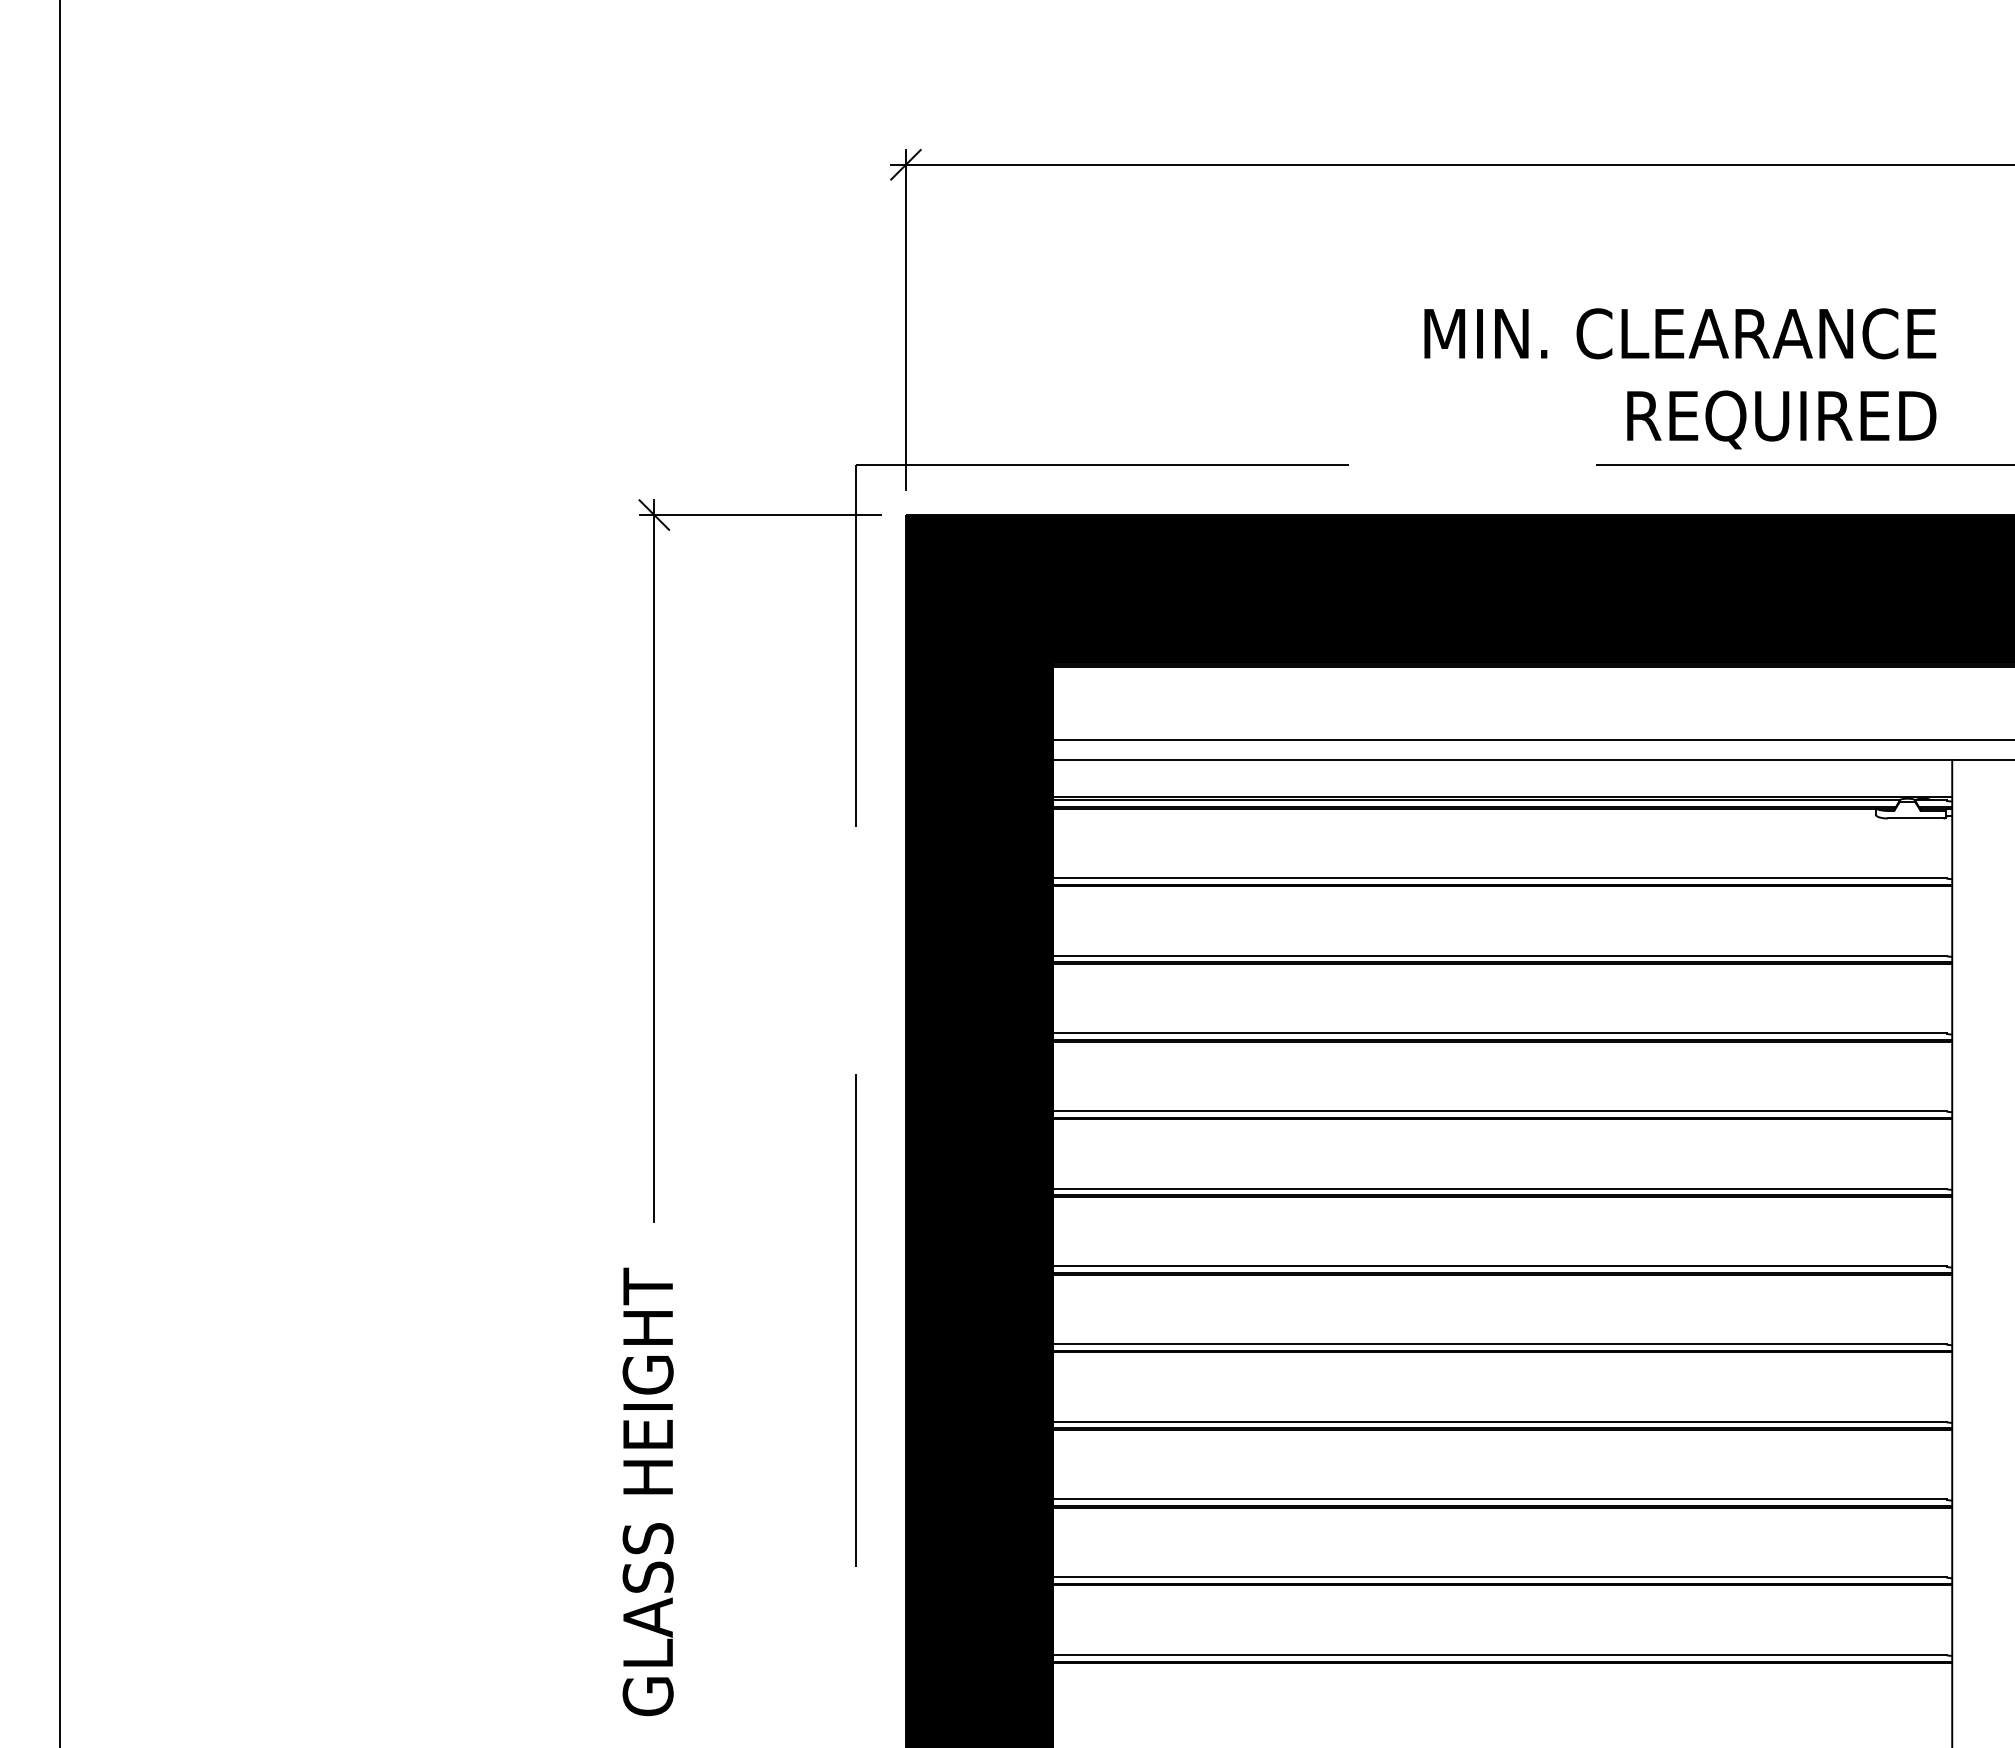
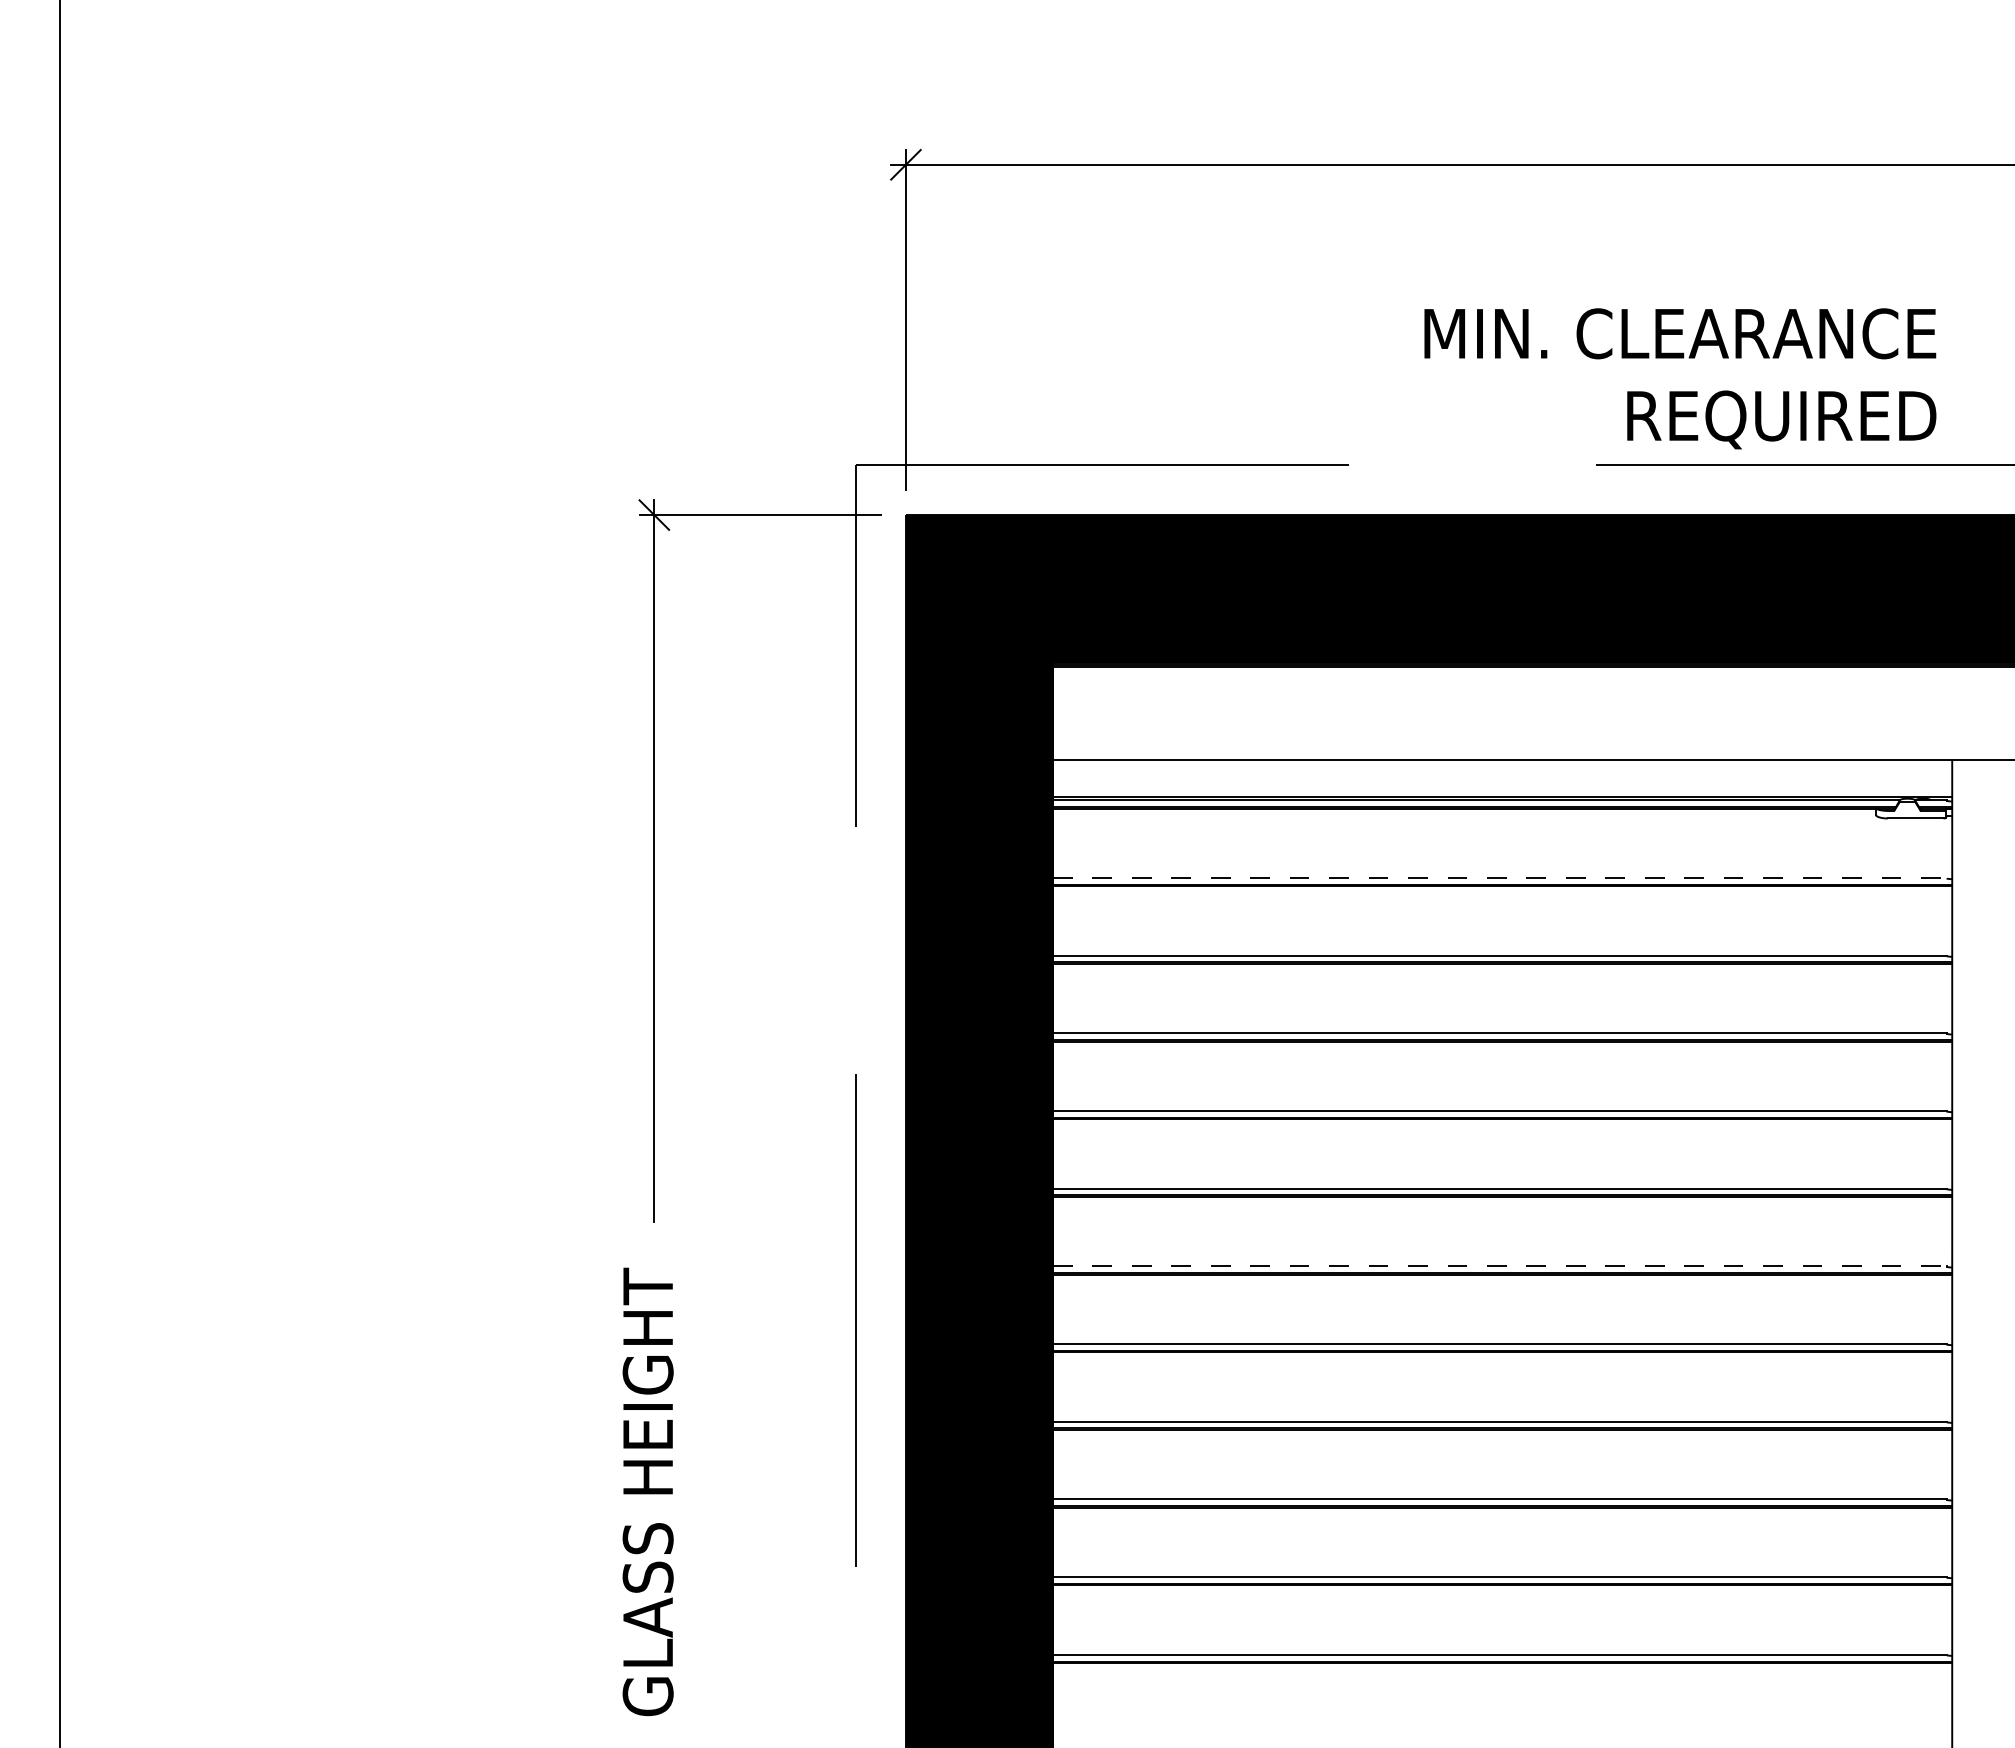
line at (1531, 739): present -> none
line at (1499, 877): solid -> dashed
line at (1499, 1266): solid -> dashed
